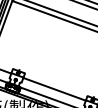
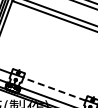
line at (54, 89): solid -> dashed
